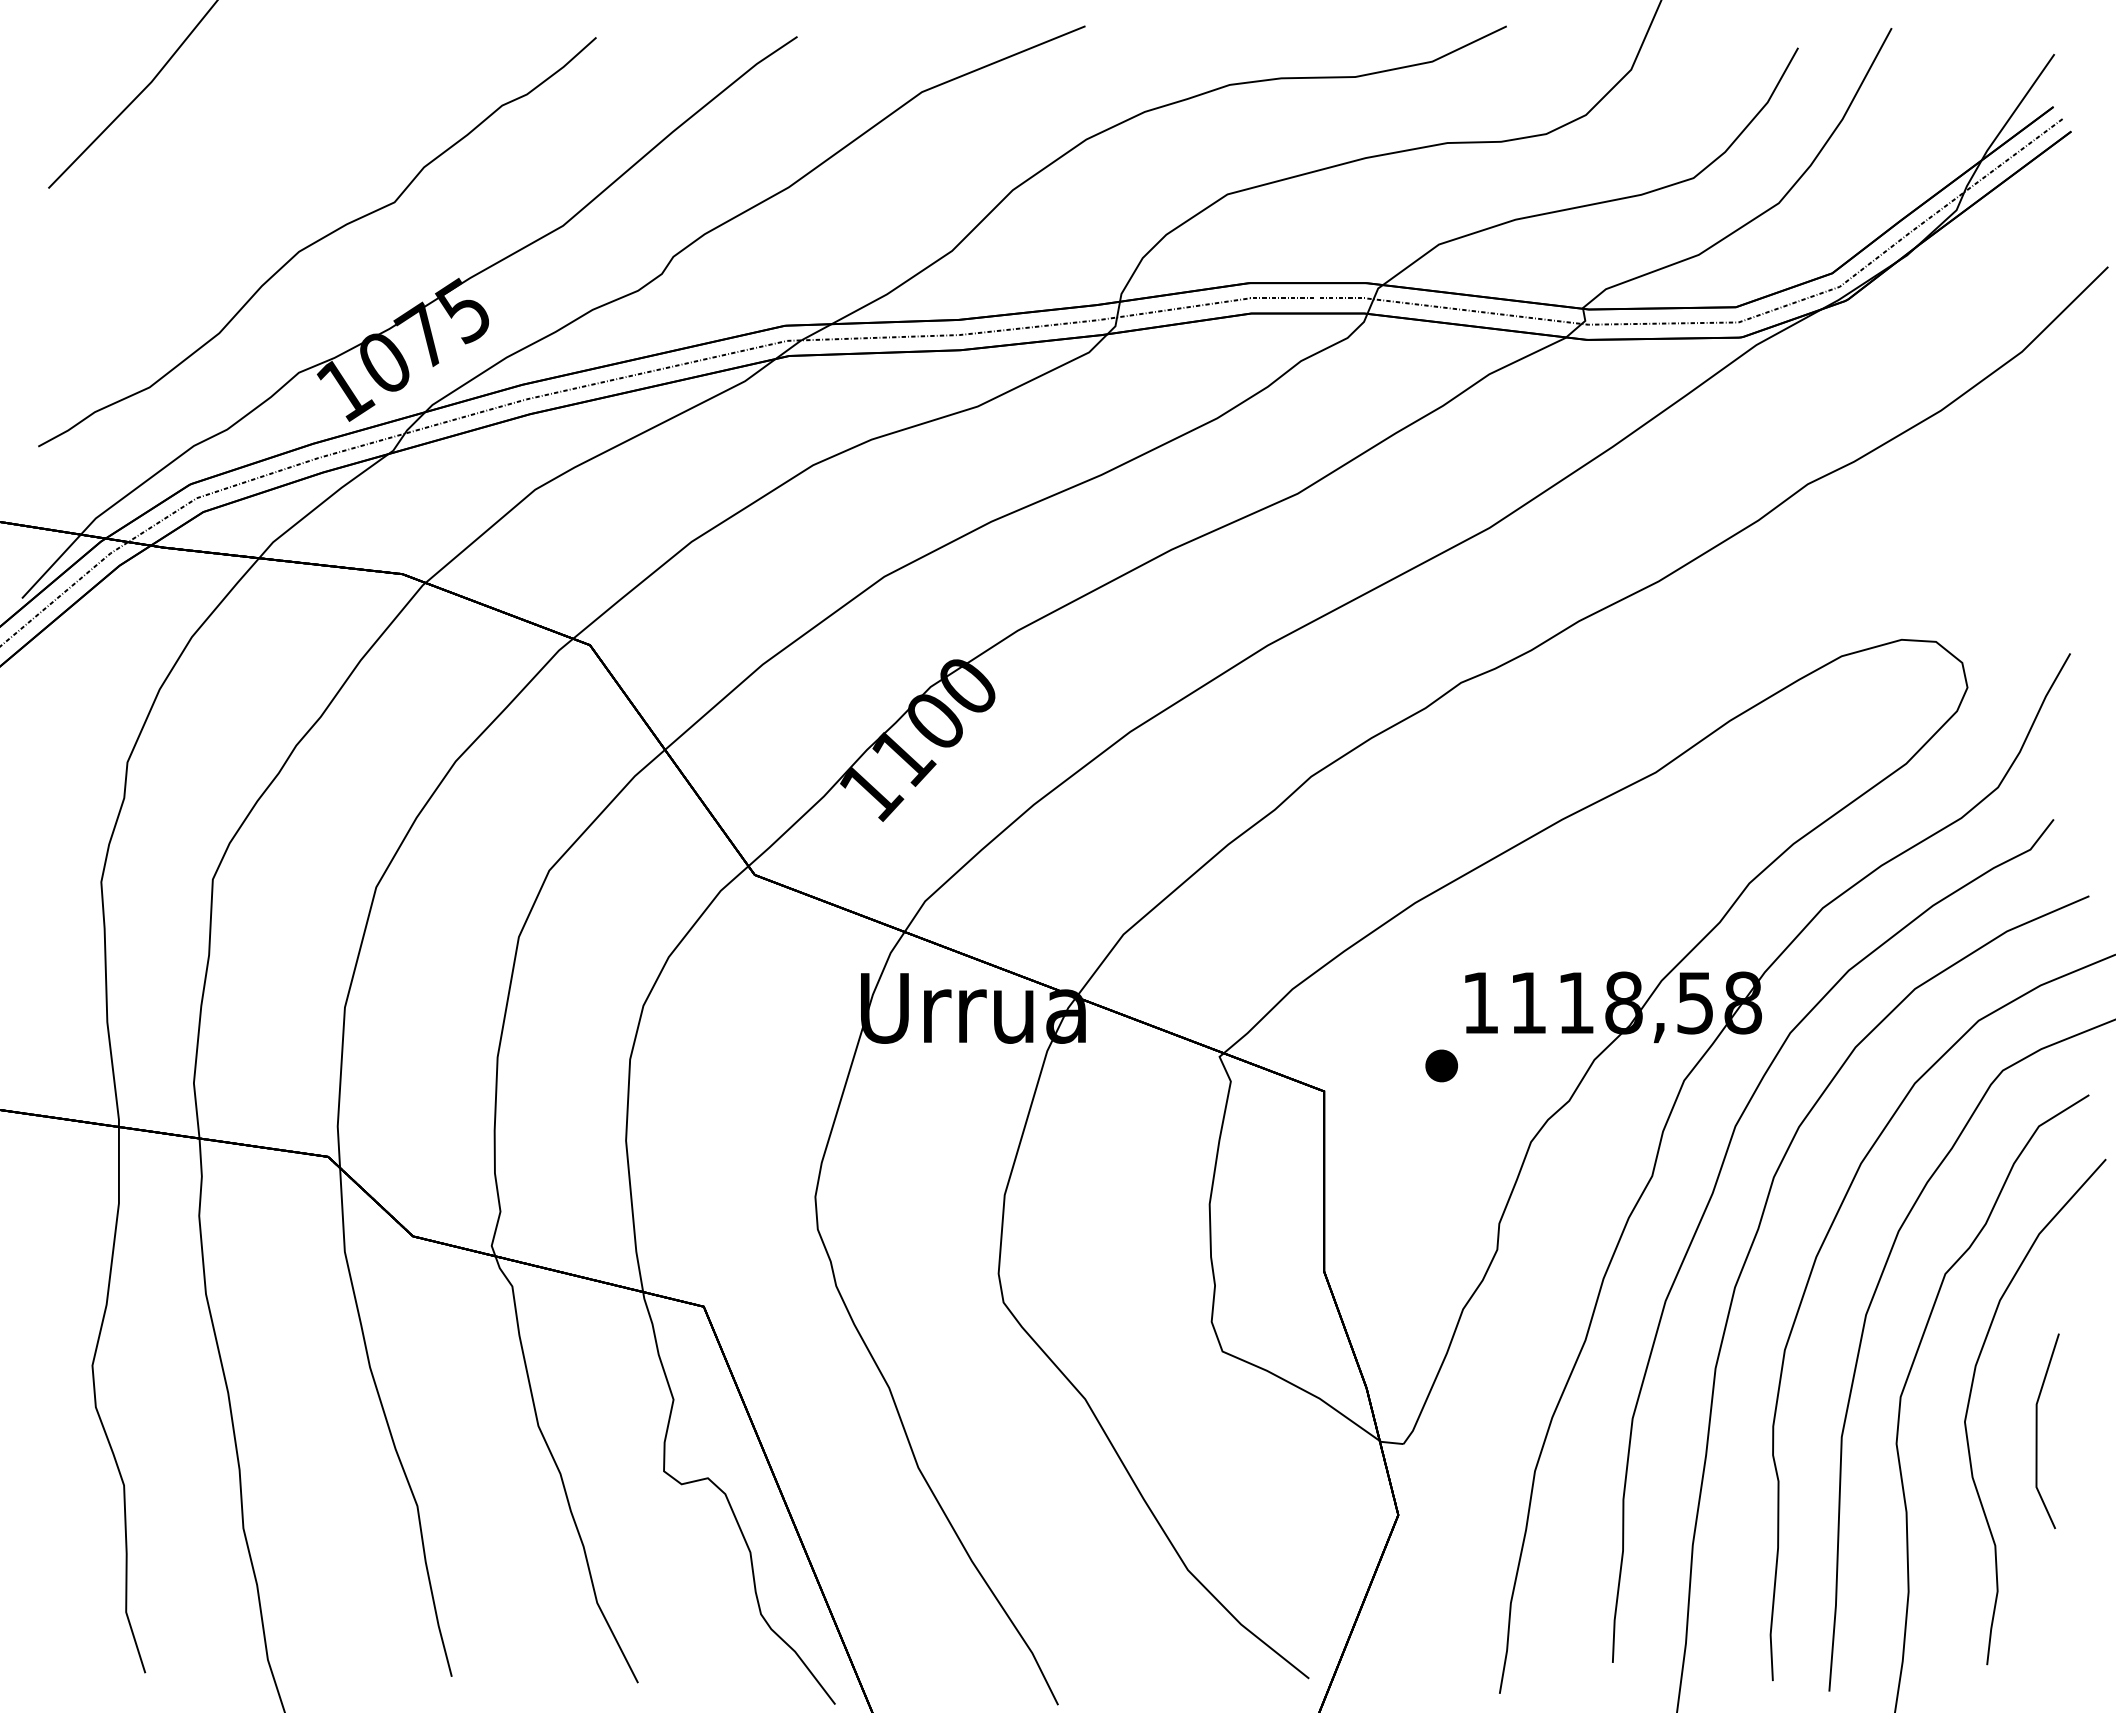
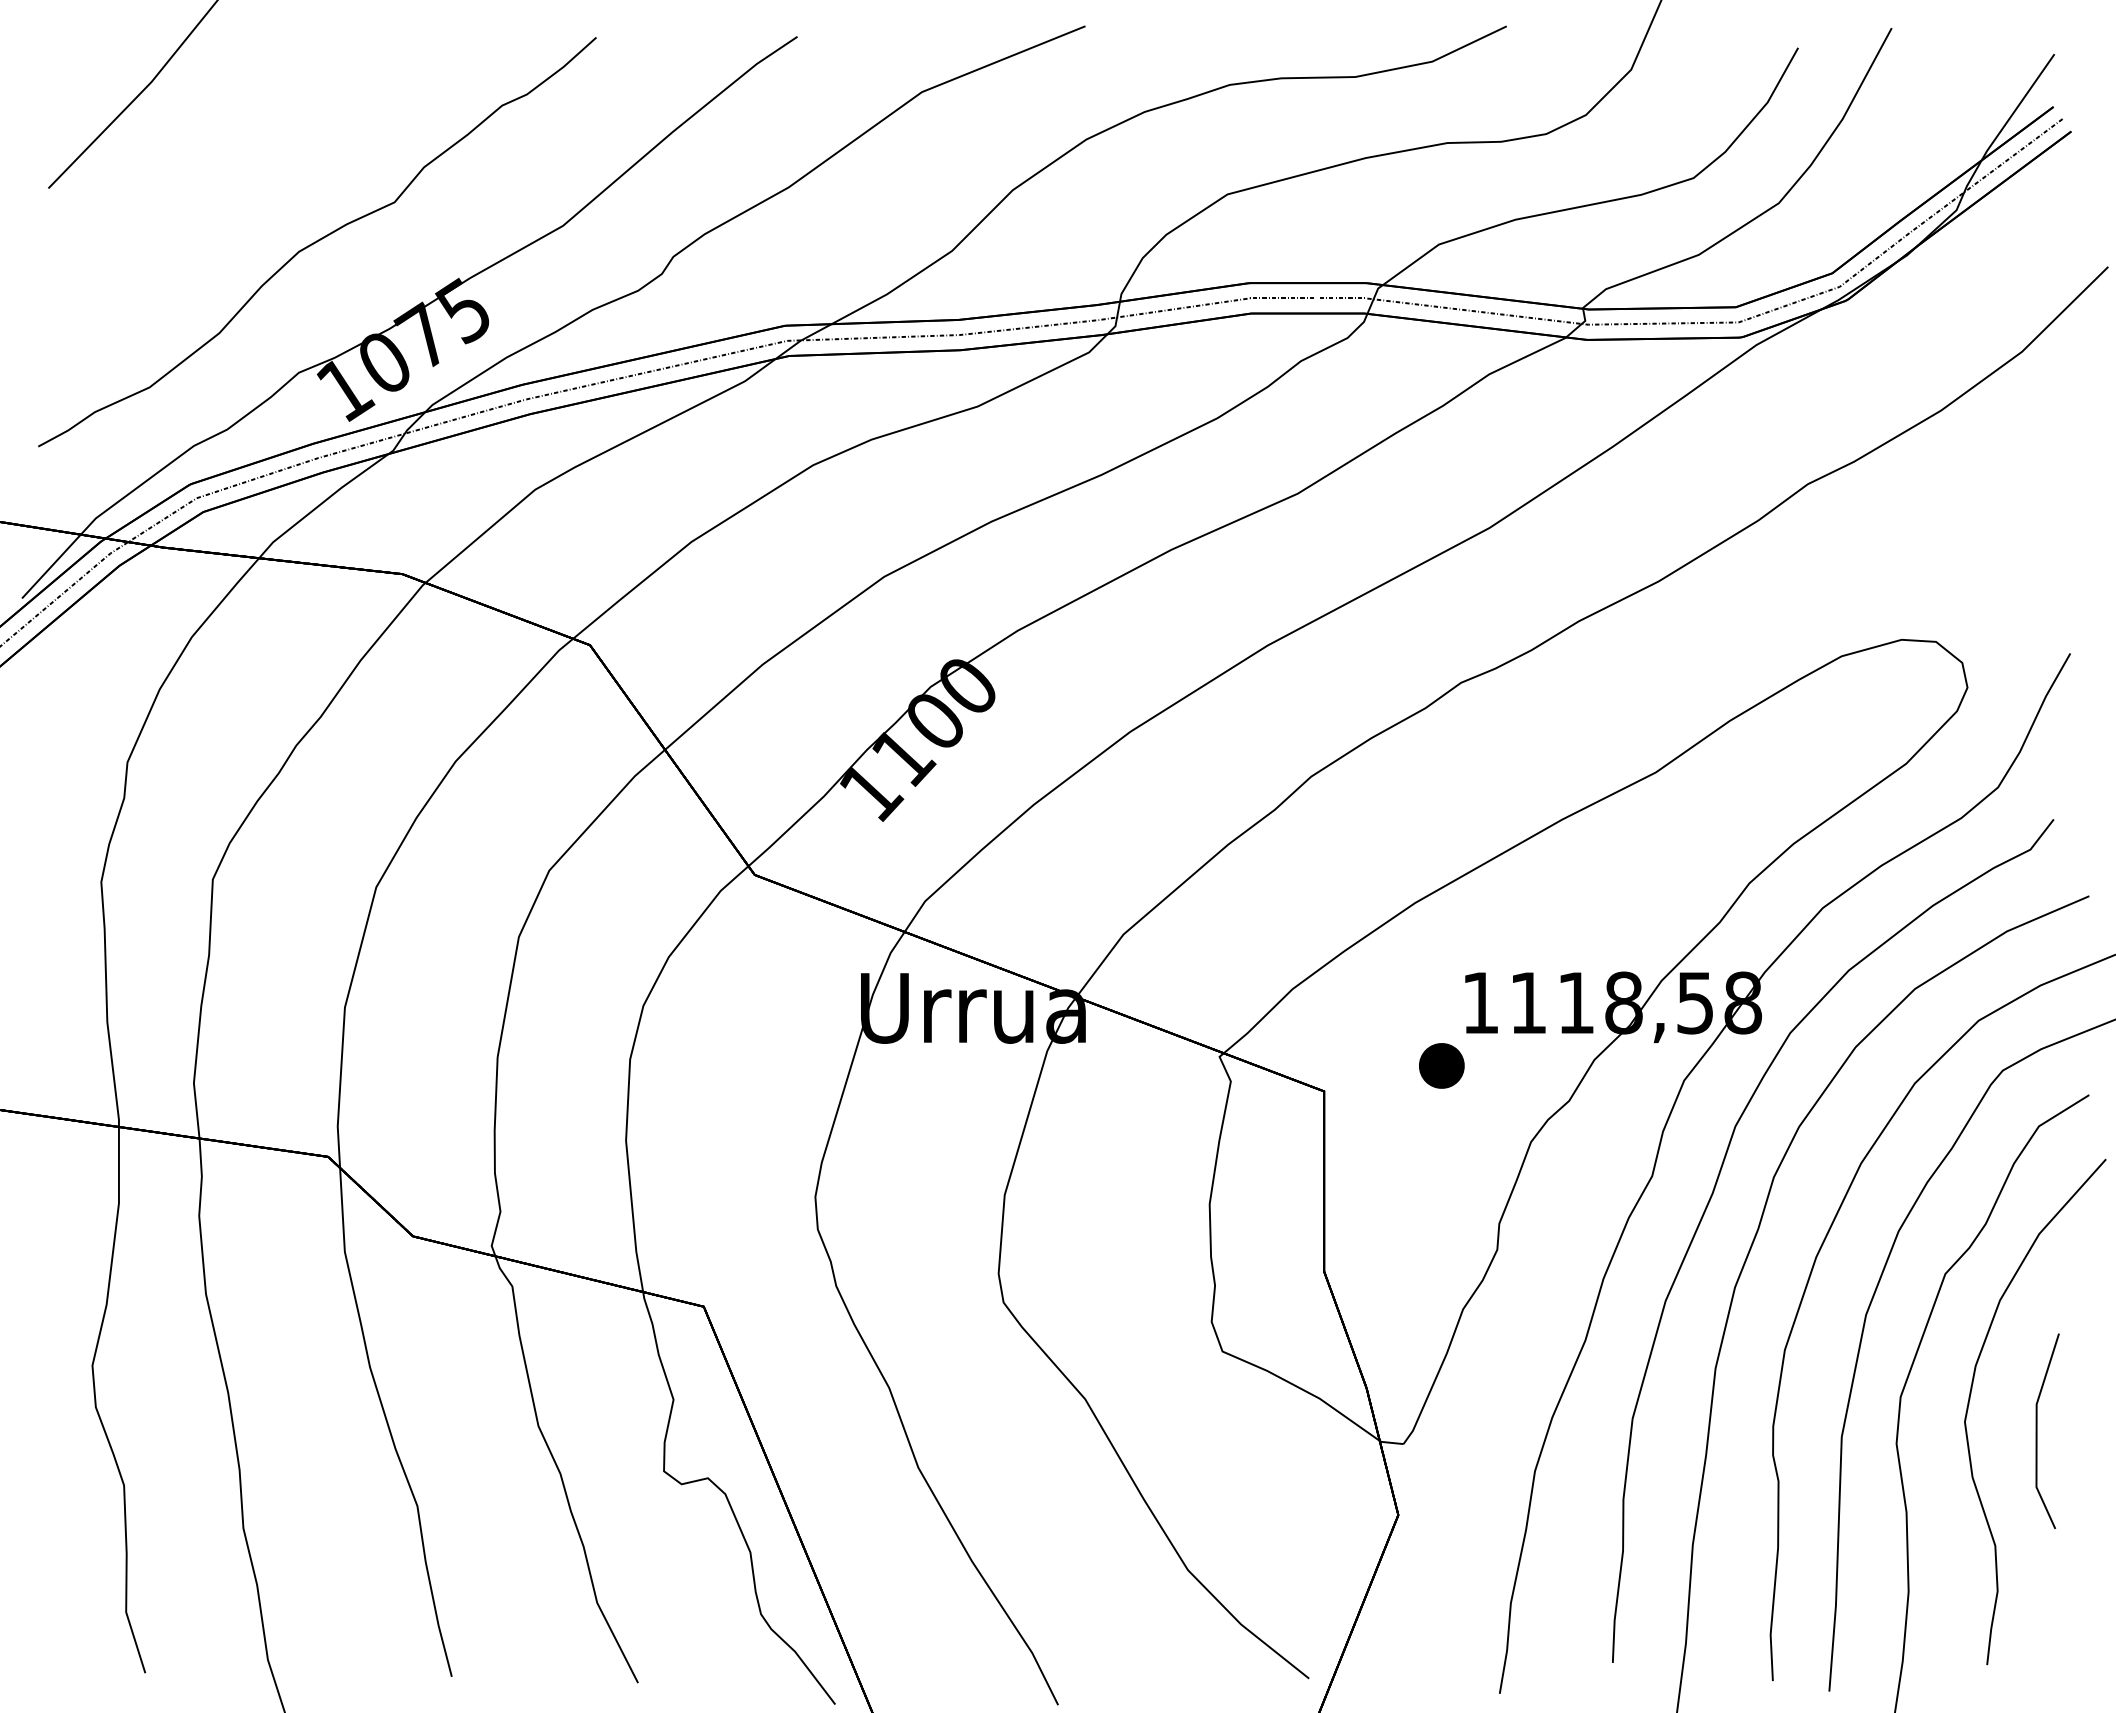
part at (1441, 1065) size: 33x34 px -> 46x46 px
